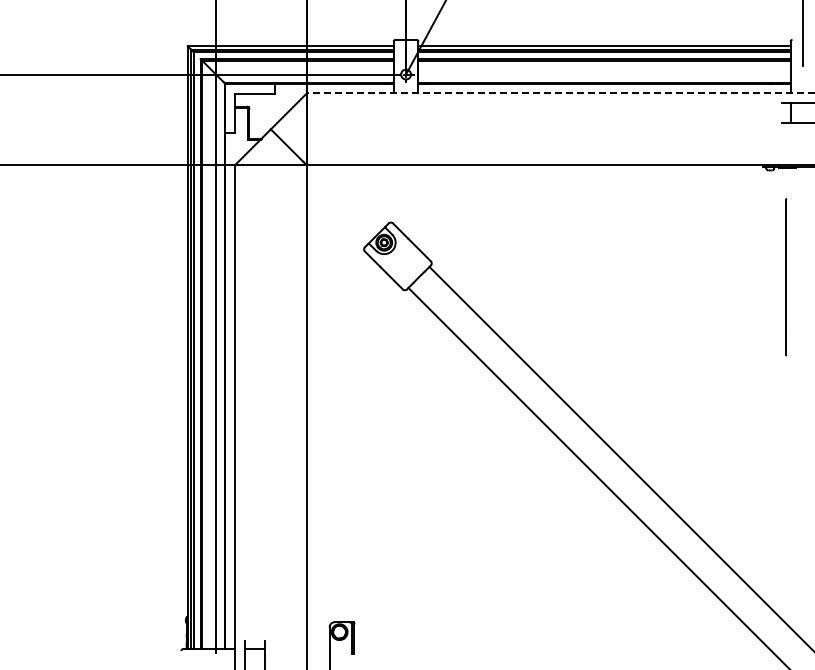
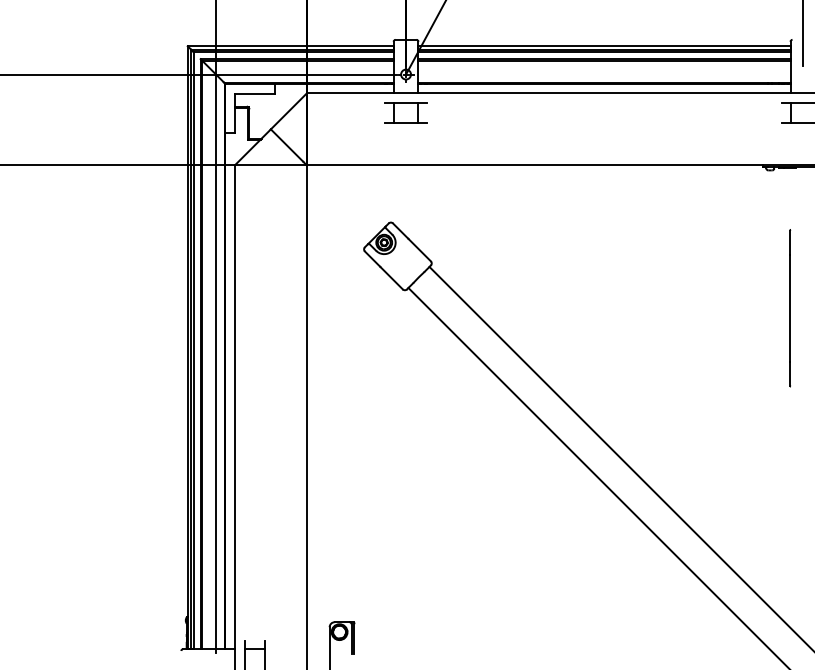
line at (560, 93): dashed -> solid
part at (405, 112): none -> present
line at (786, 277) position: (786, 277) -> (790, 308)
